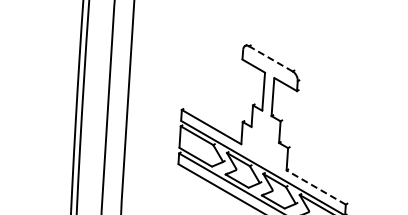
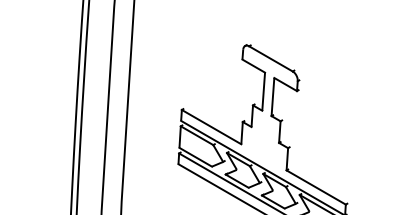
line at (270, 58): dashed -> solid
line at (315, 187): dashed -> solid
